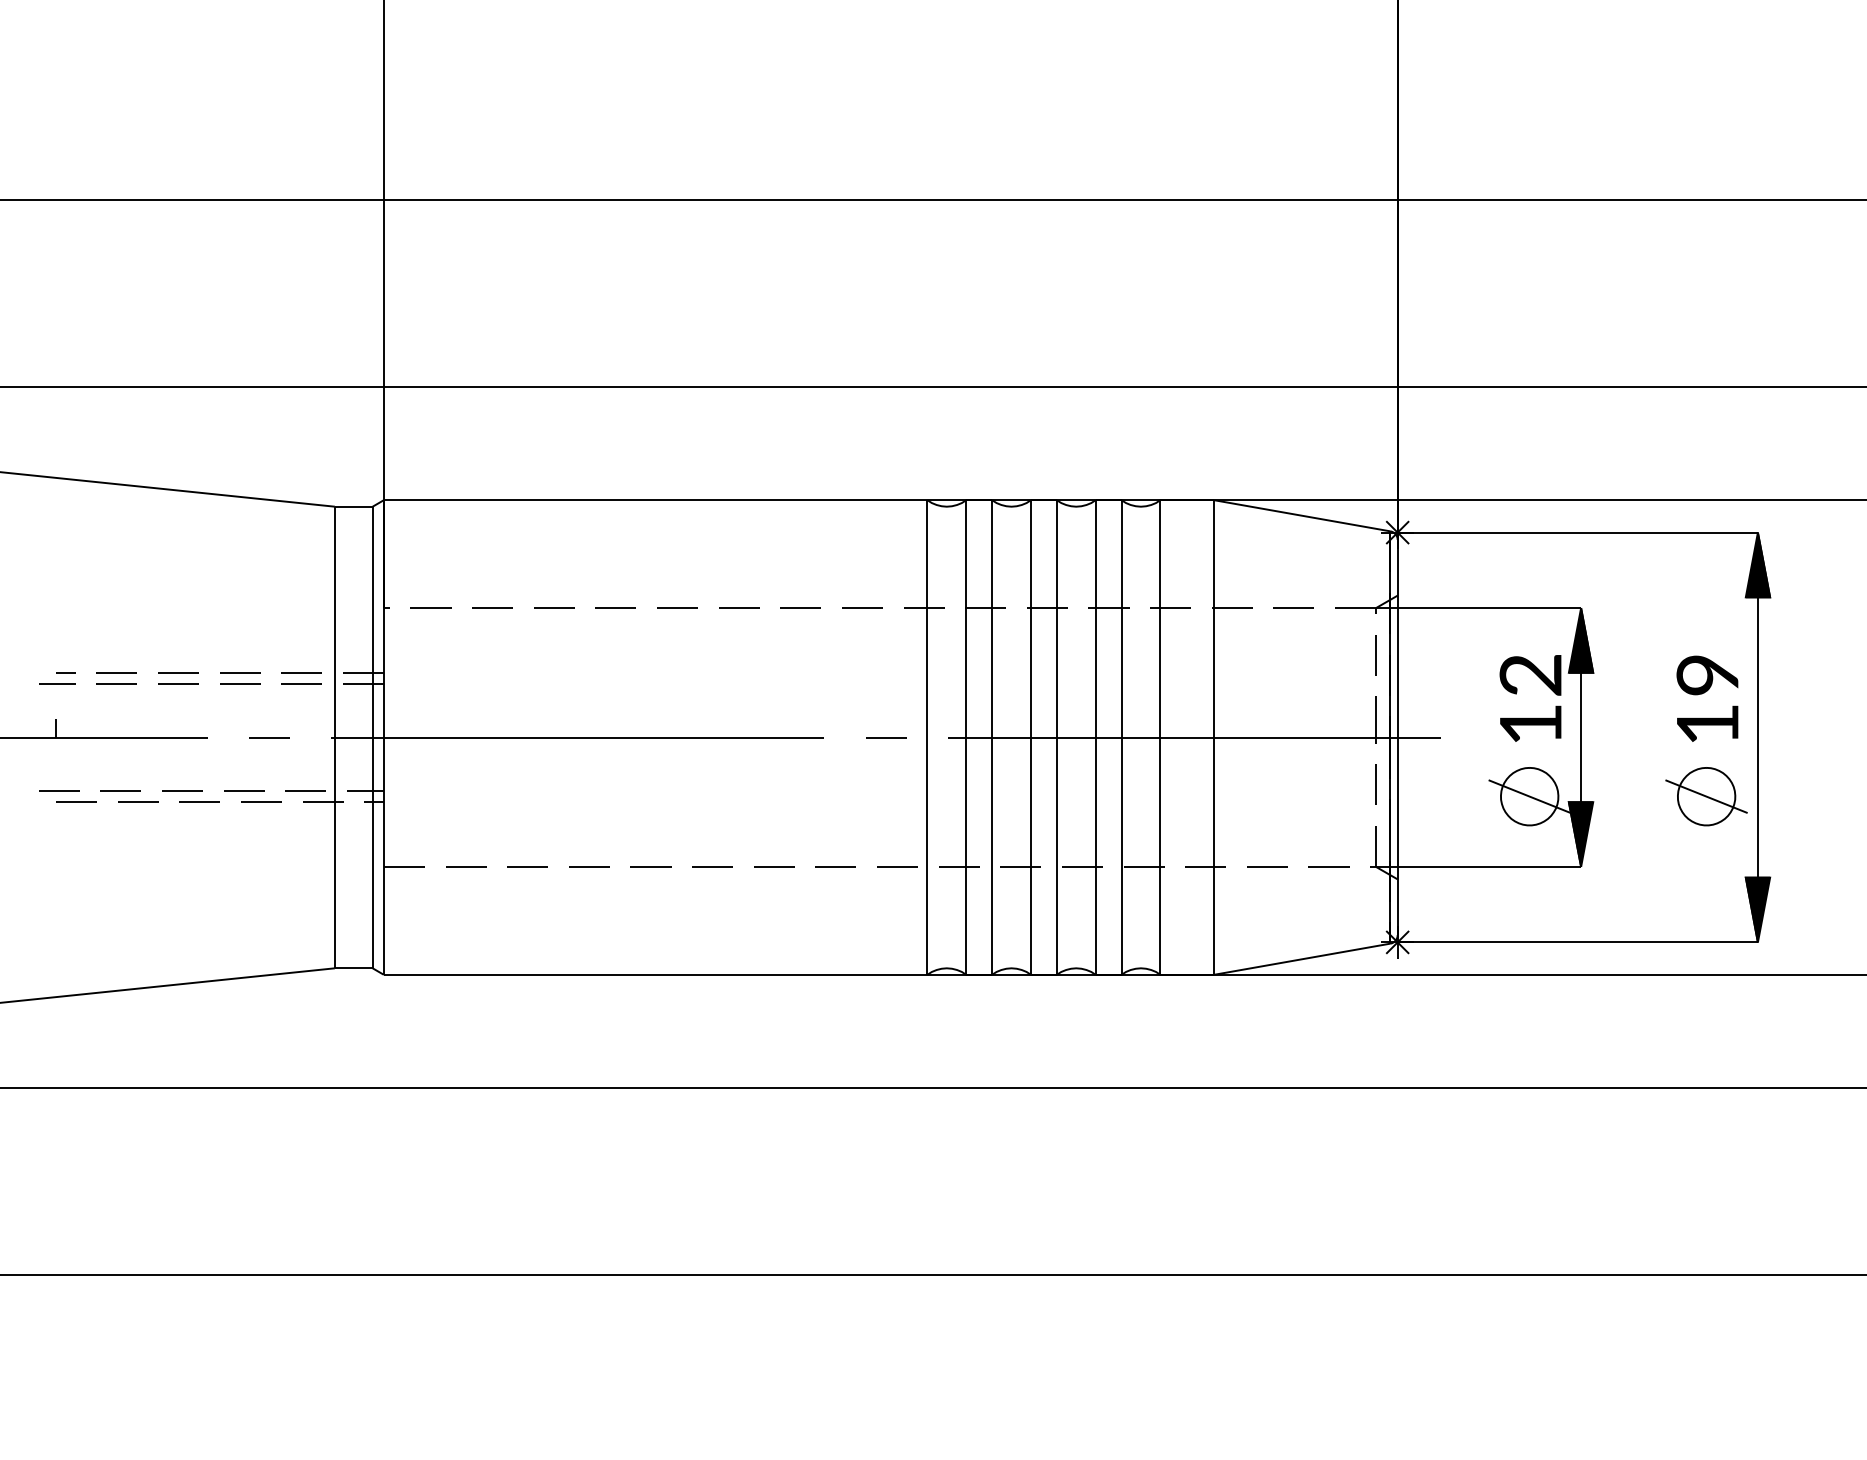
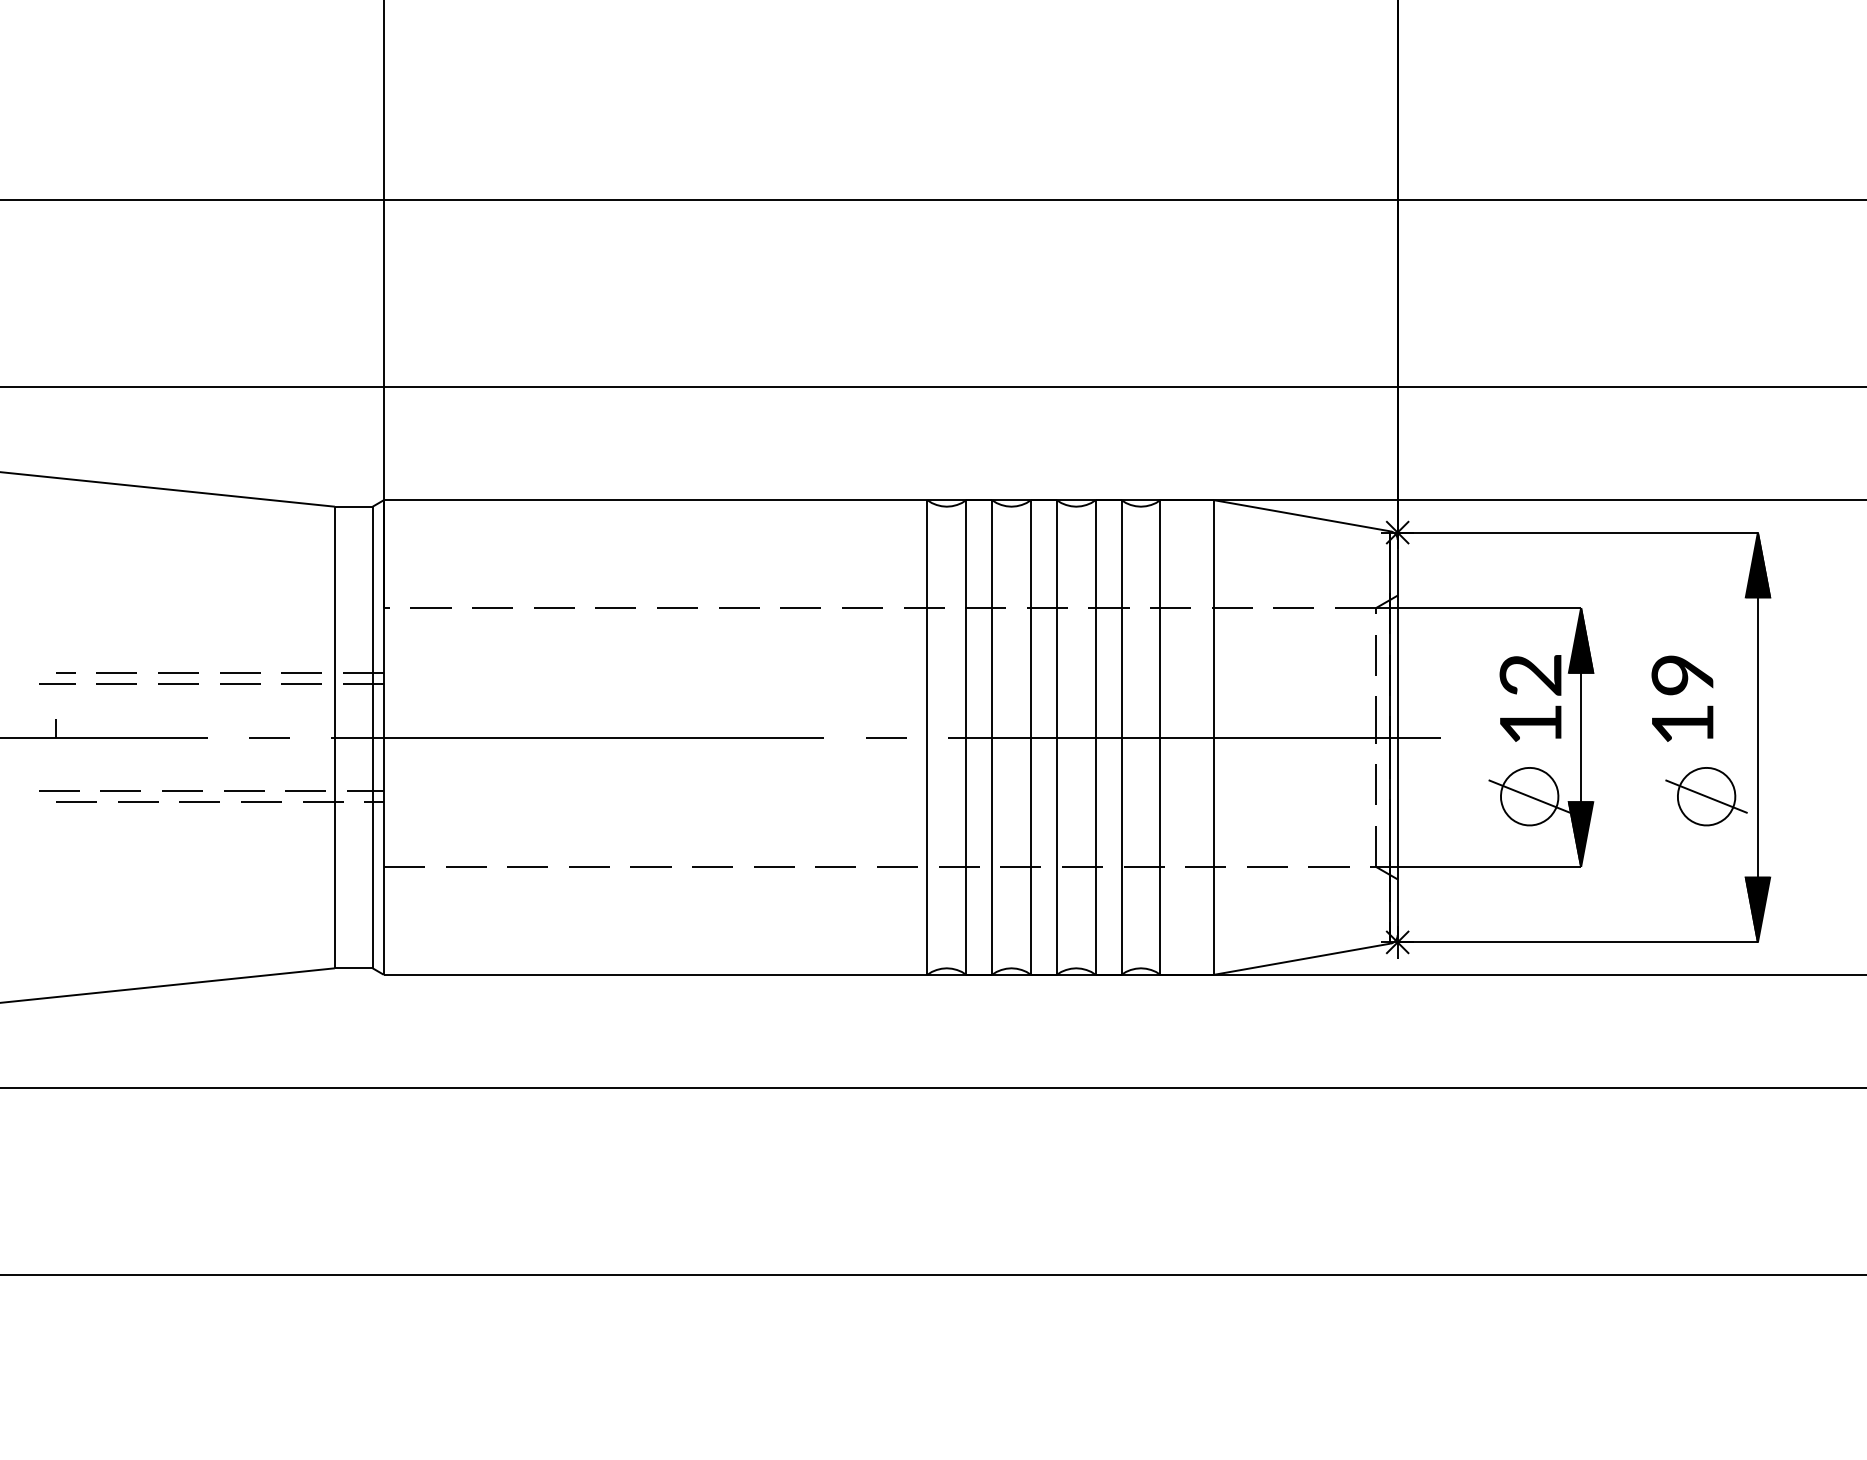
text at (1707, 698) position: (1707, 698) -> (1682, 698)
